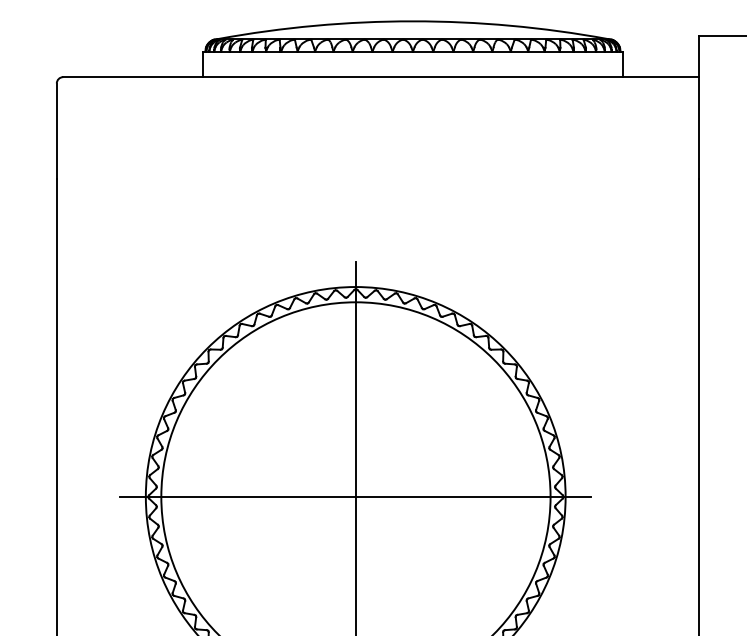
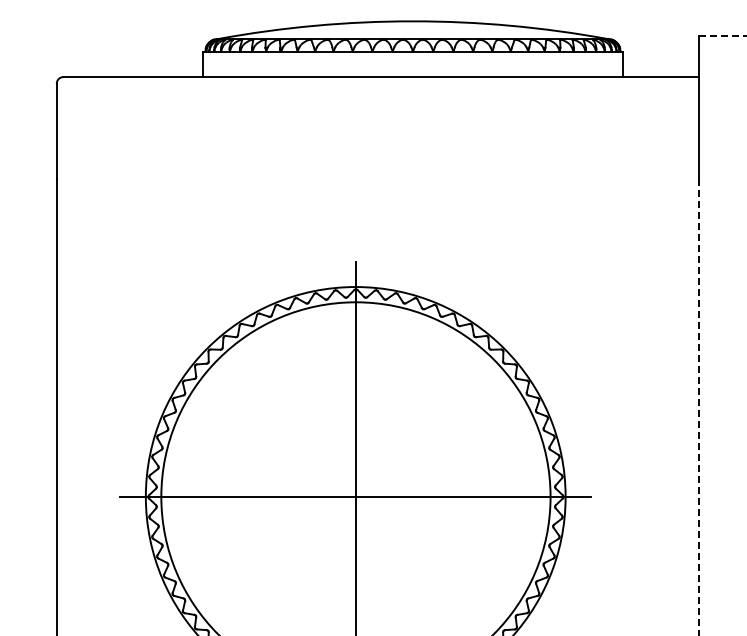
line at (723, 36): solid -> dashed
line at (699, 407): solid -> dashed
